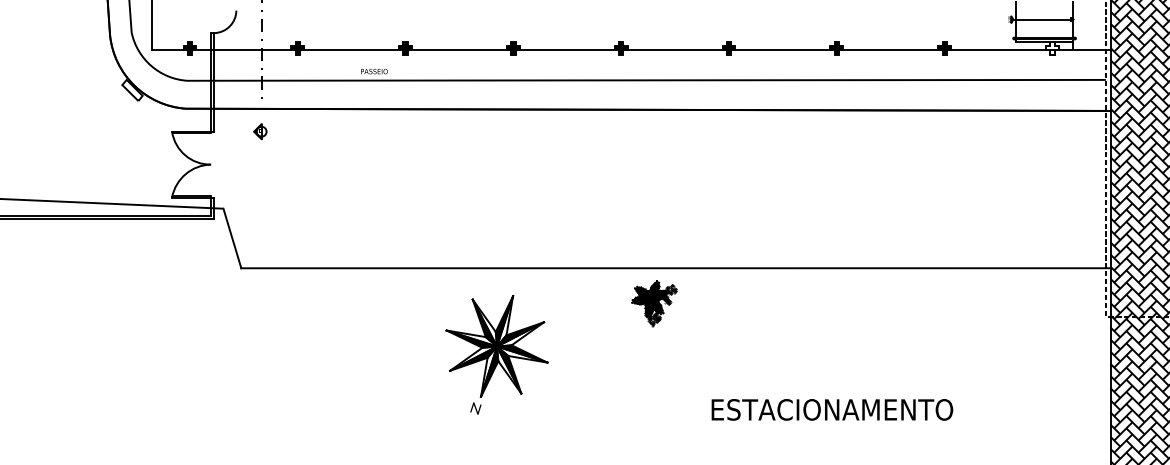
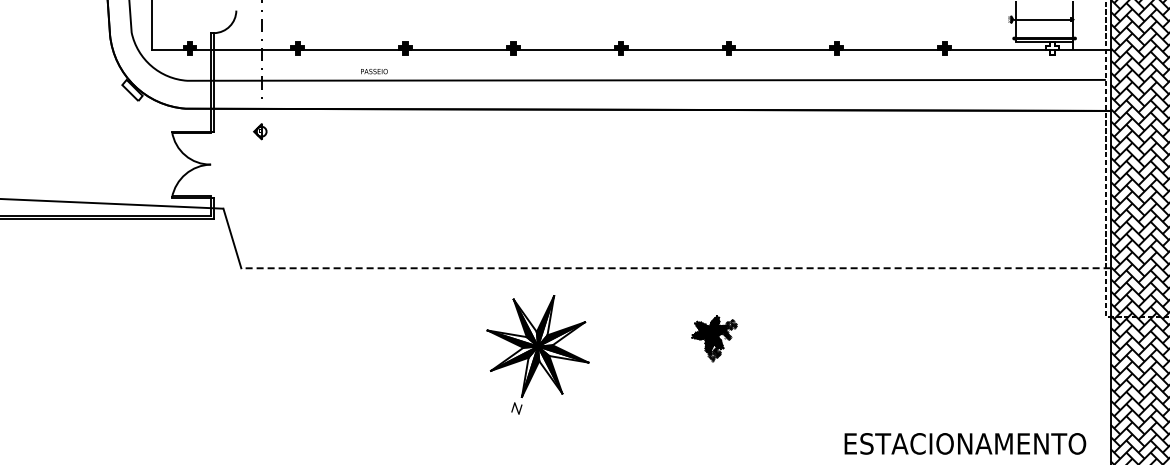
line at (675, 268): solid -> dashed
part at (654, 303) position: (654, 303) -> (714, 338)
part at (496, 354) position: (496, 354) -> (537, 354)
text at (832, 409) position: (832, 409) -> (965, 443)
